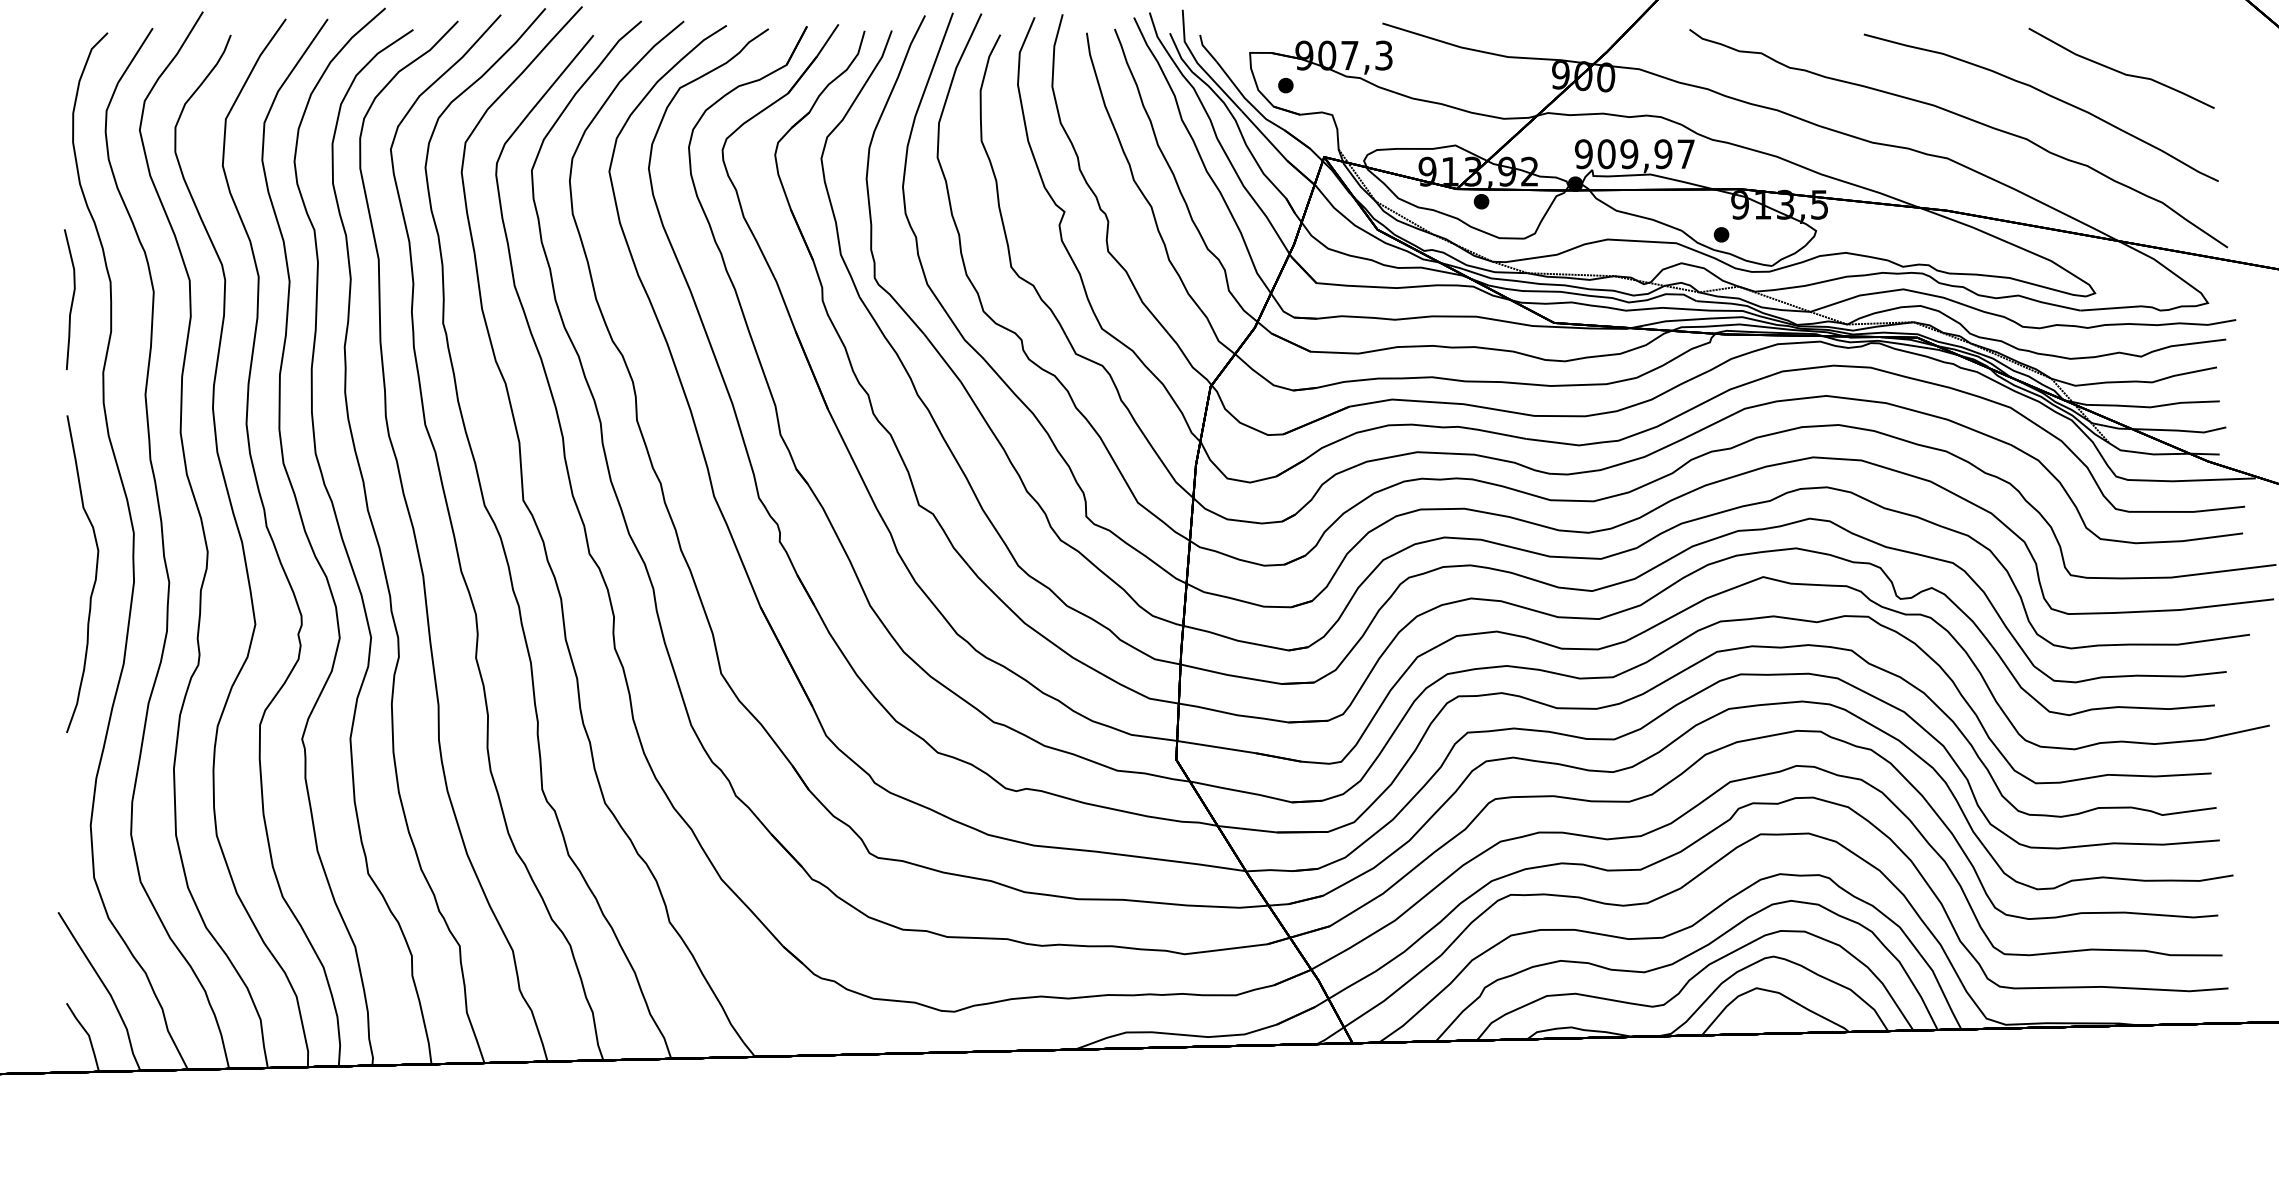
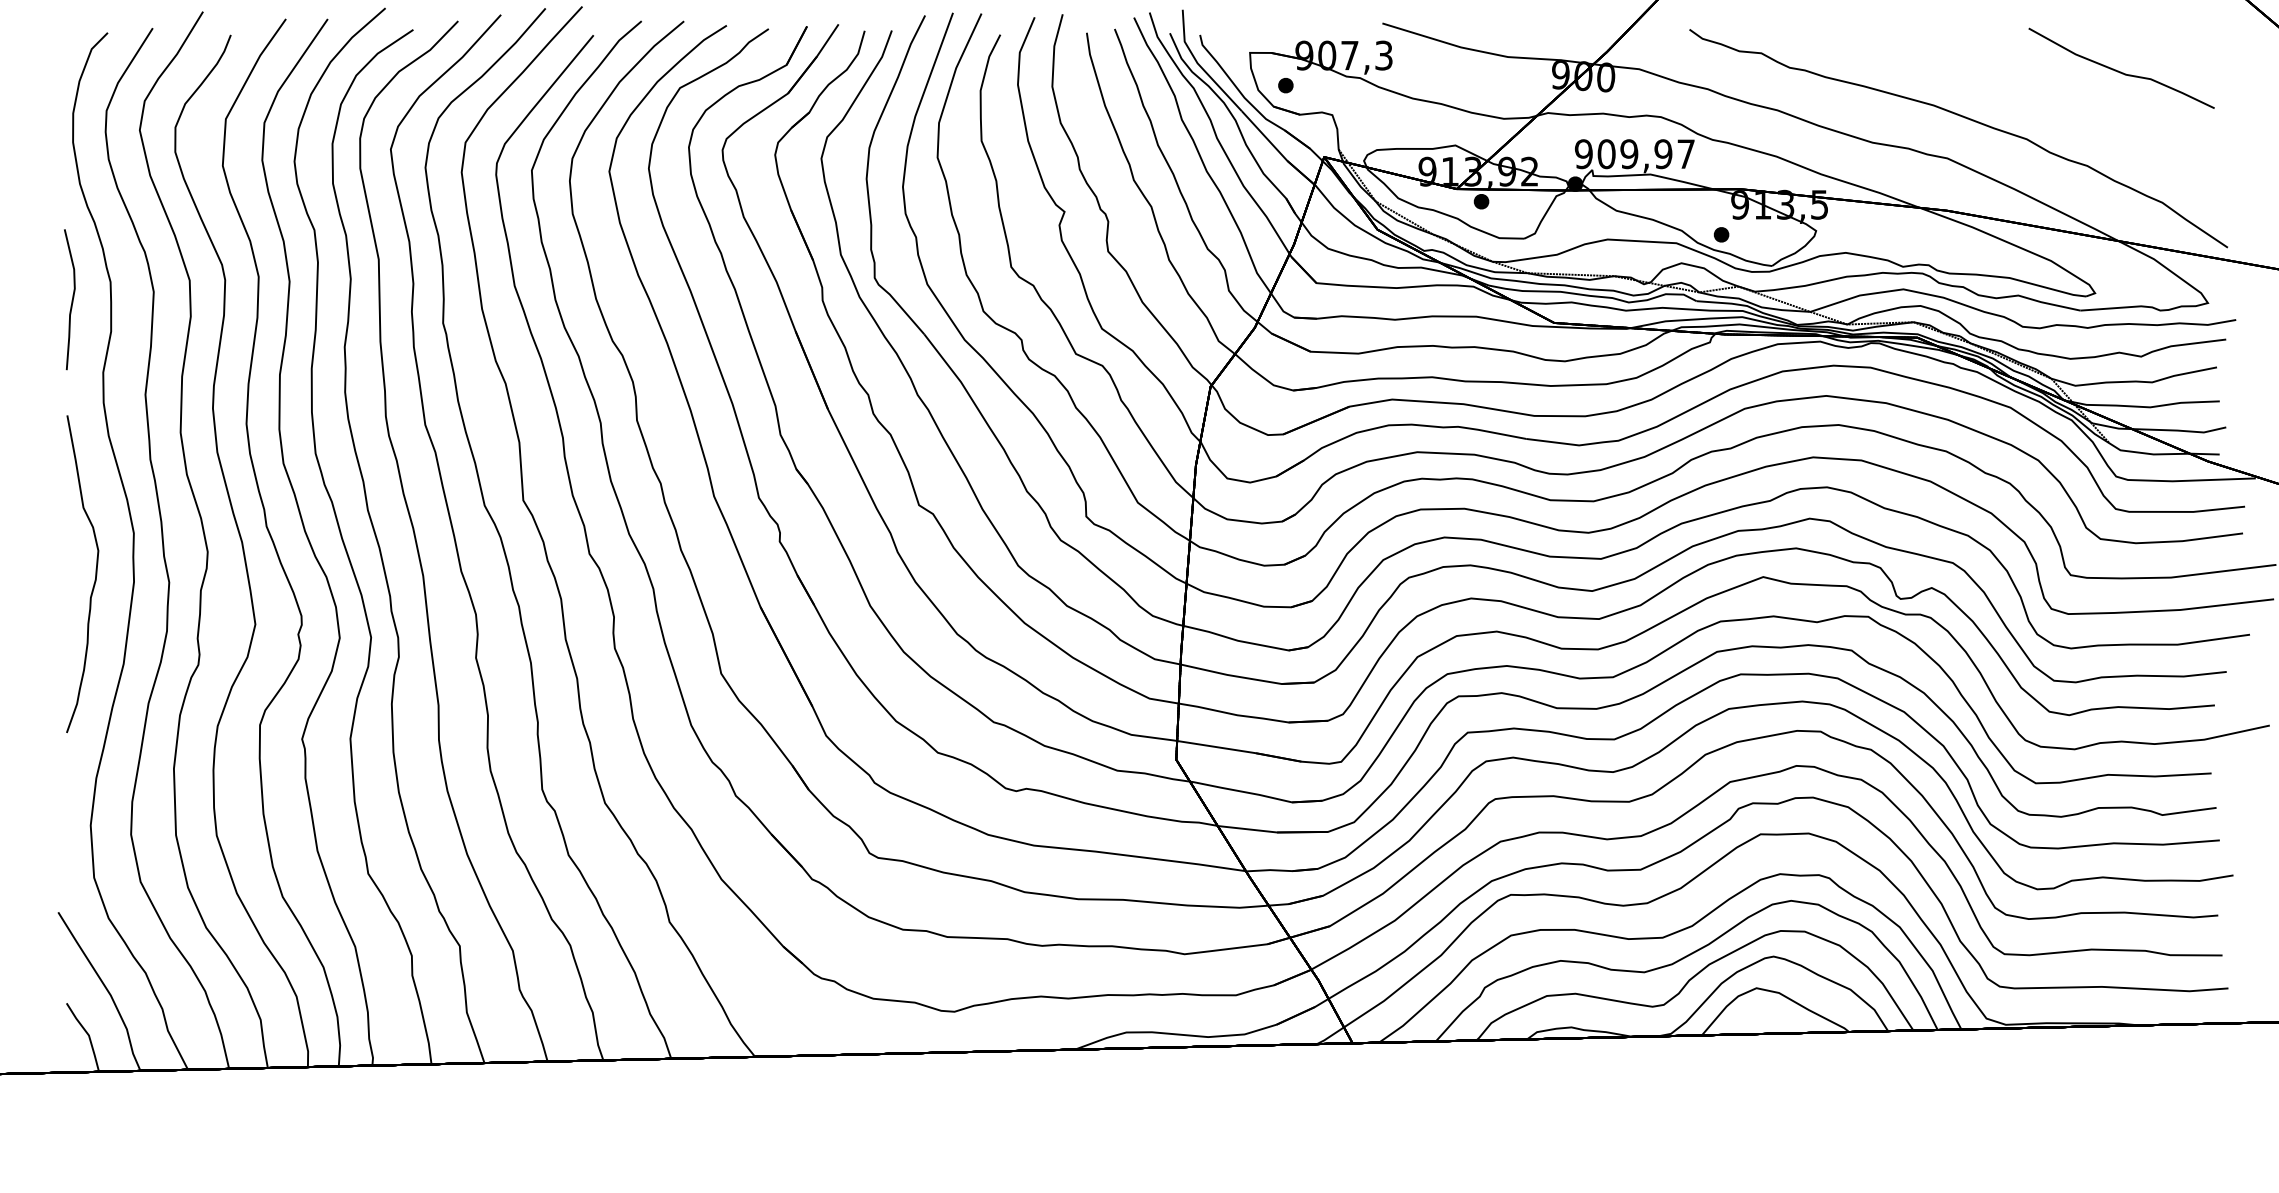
curve at (2047, 95): present -> none
